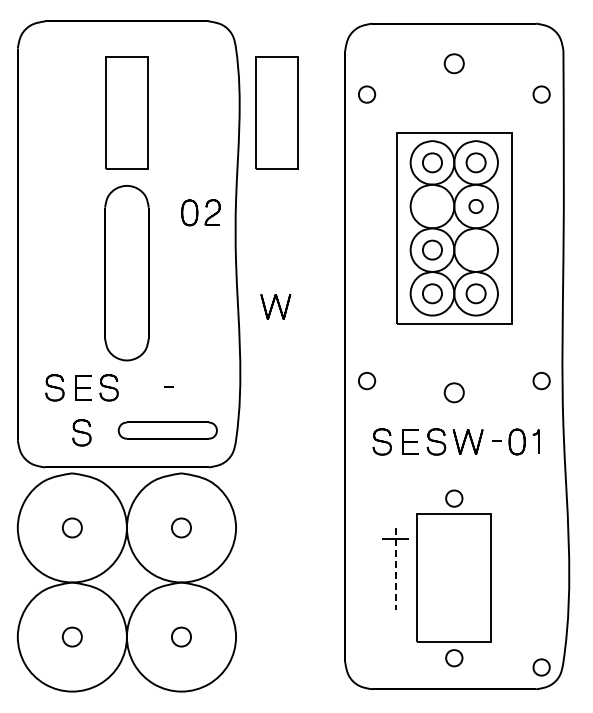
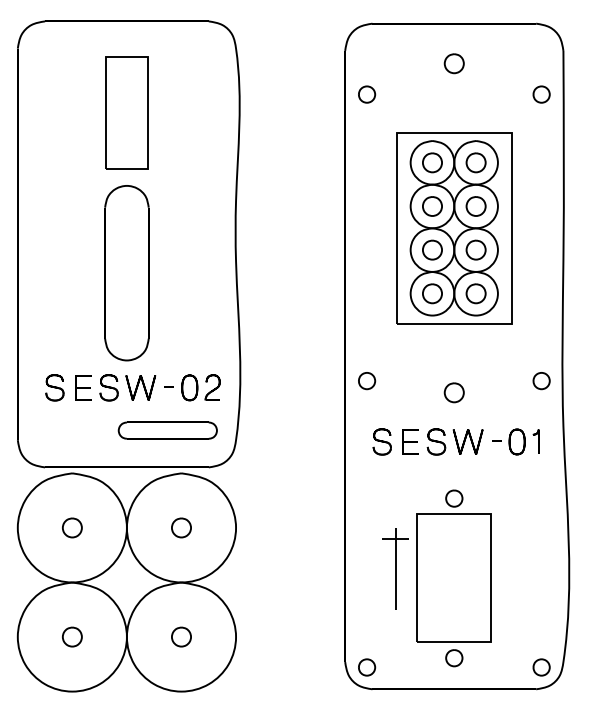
part at (276, 112): present -> none
part at (432, 206): none -> present
part at (475, 206) size: 16x15 px -> 22x21 px
part at (200, 212) position: (200, 212) -> (200, 387)
part at (475, 249): none -> present
part at (275, 306) position: (275, 306) -> (140, 387)
part at (81, 432): present -> none
line at (395, 569): dashed -> solid
part at (367, 667): none -> present
